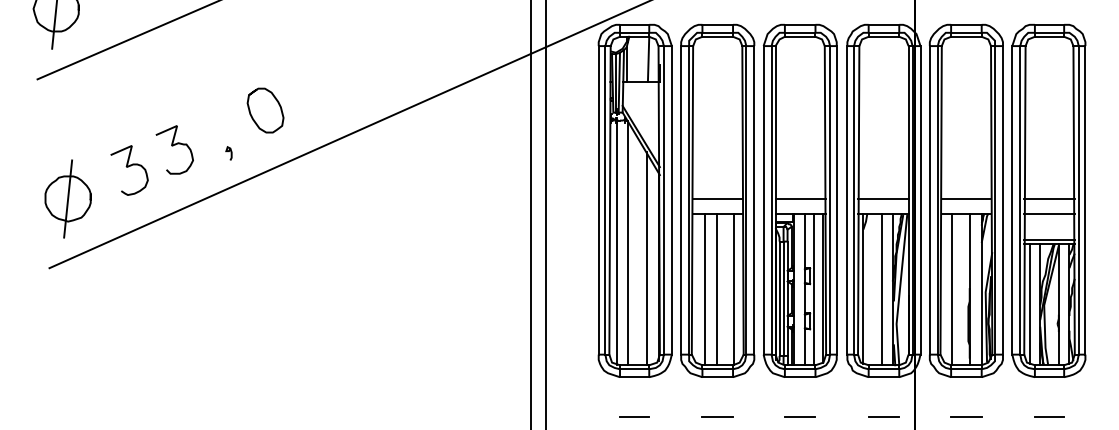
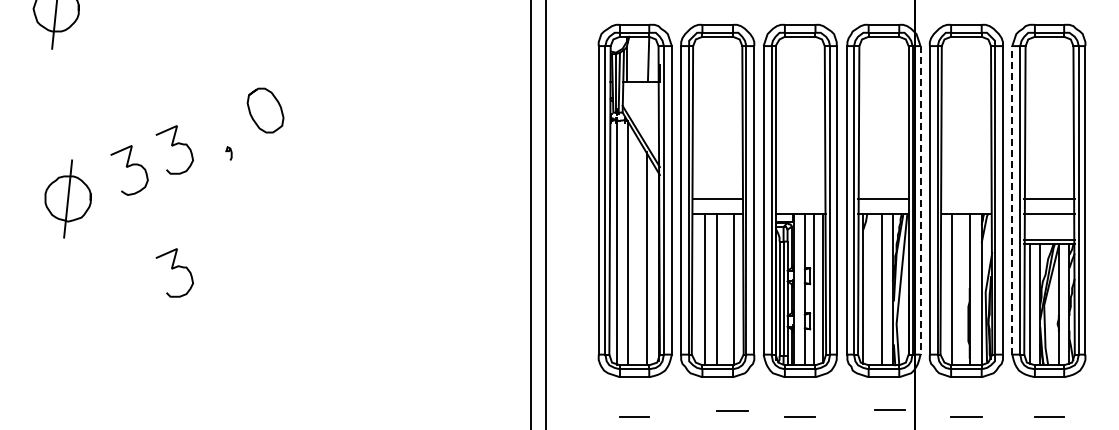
line at (126, 40): present -> none
line at (348, 135): present -> none
line at (800, 199): present -> none
line at (966, 199): present -> none
line at (1012, 199): solid -> dashed
line at (920, 200): solid -> dashed
curve at (173, 269): none -> present
line at (717, 416) position: (717, 416) -> (732, 410)
line at (883, 416) position: (883, 416) -> (889, 409)
